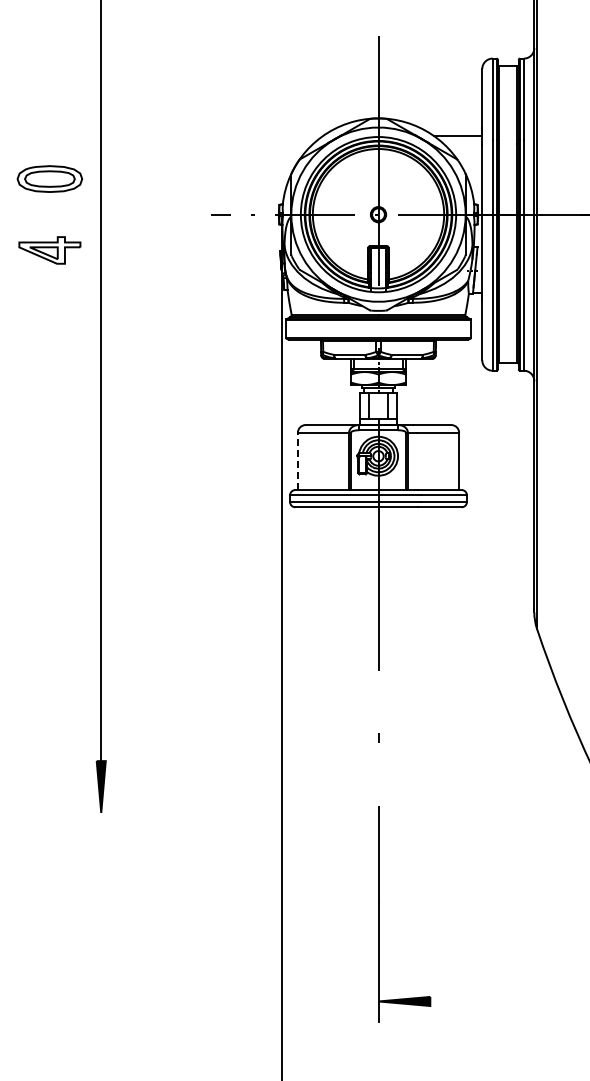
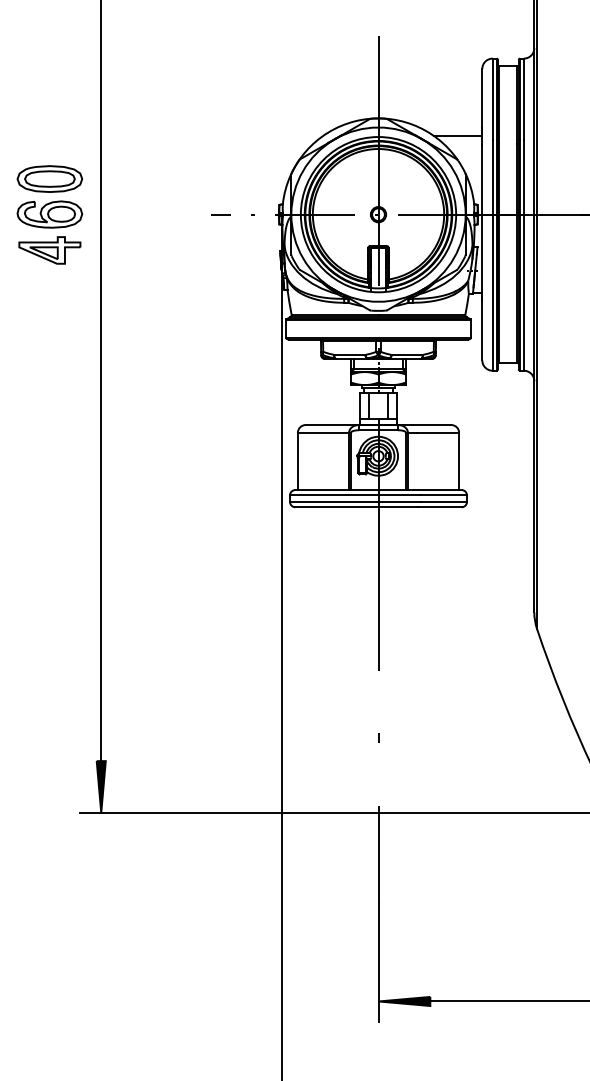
part at (49, 214): none -> present
line at (297, 461): dashed -> solid
line at (333, 812): none -> present
line at (508, 1001): none -> present
